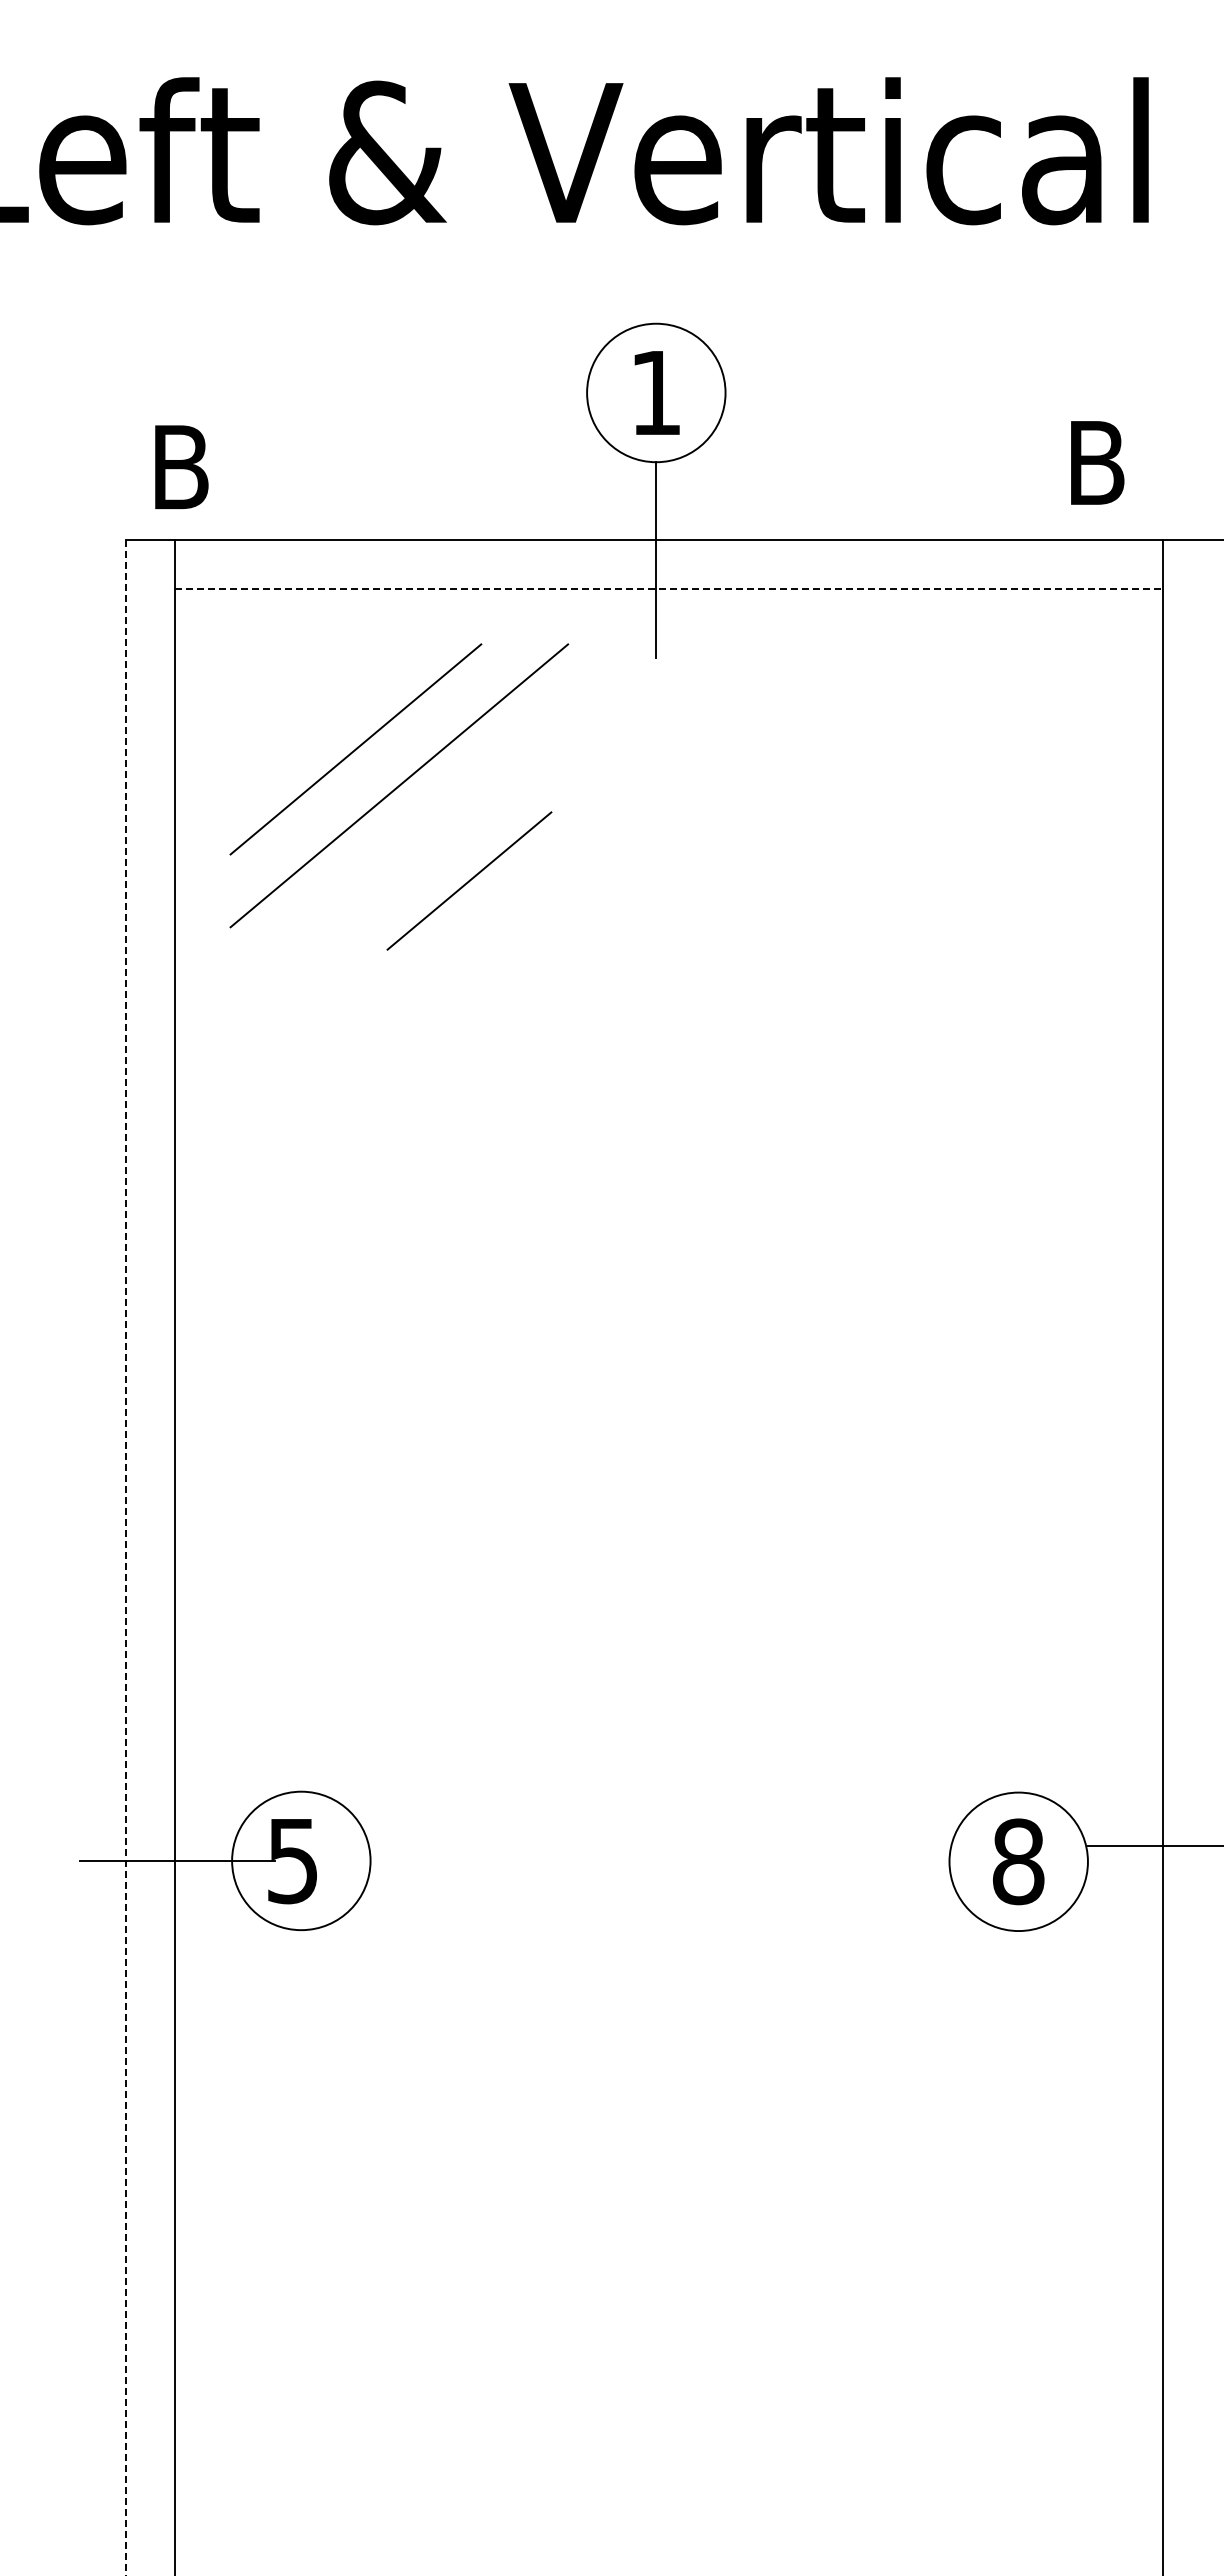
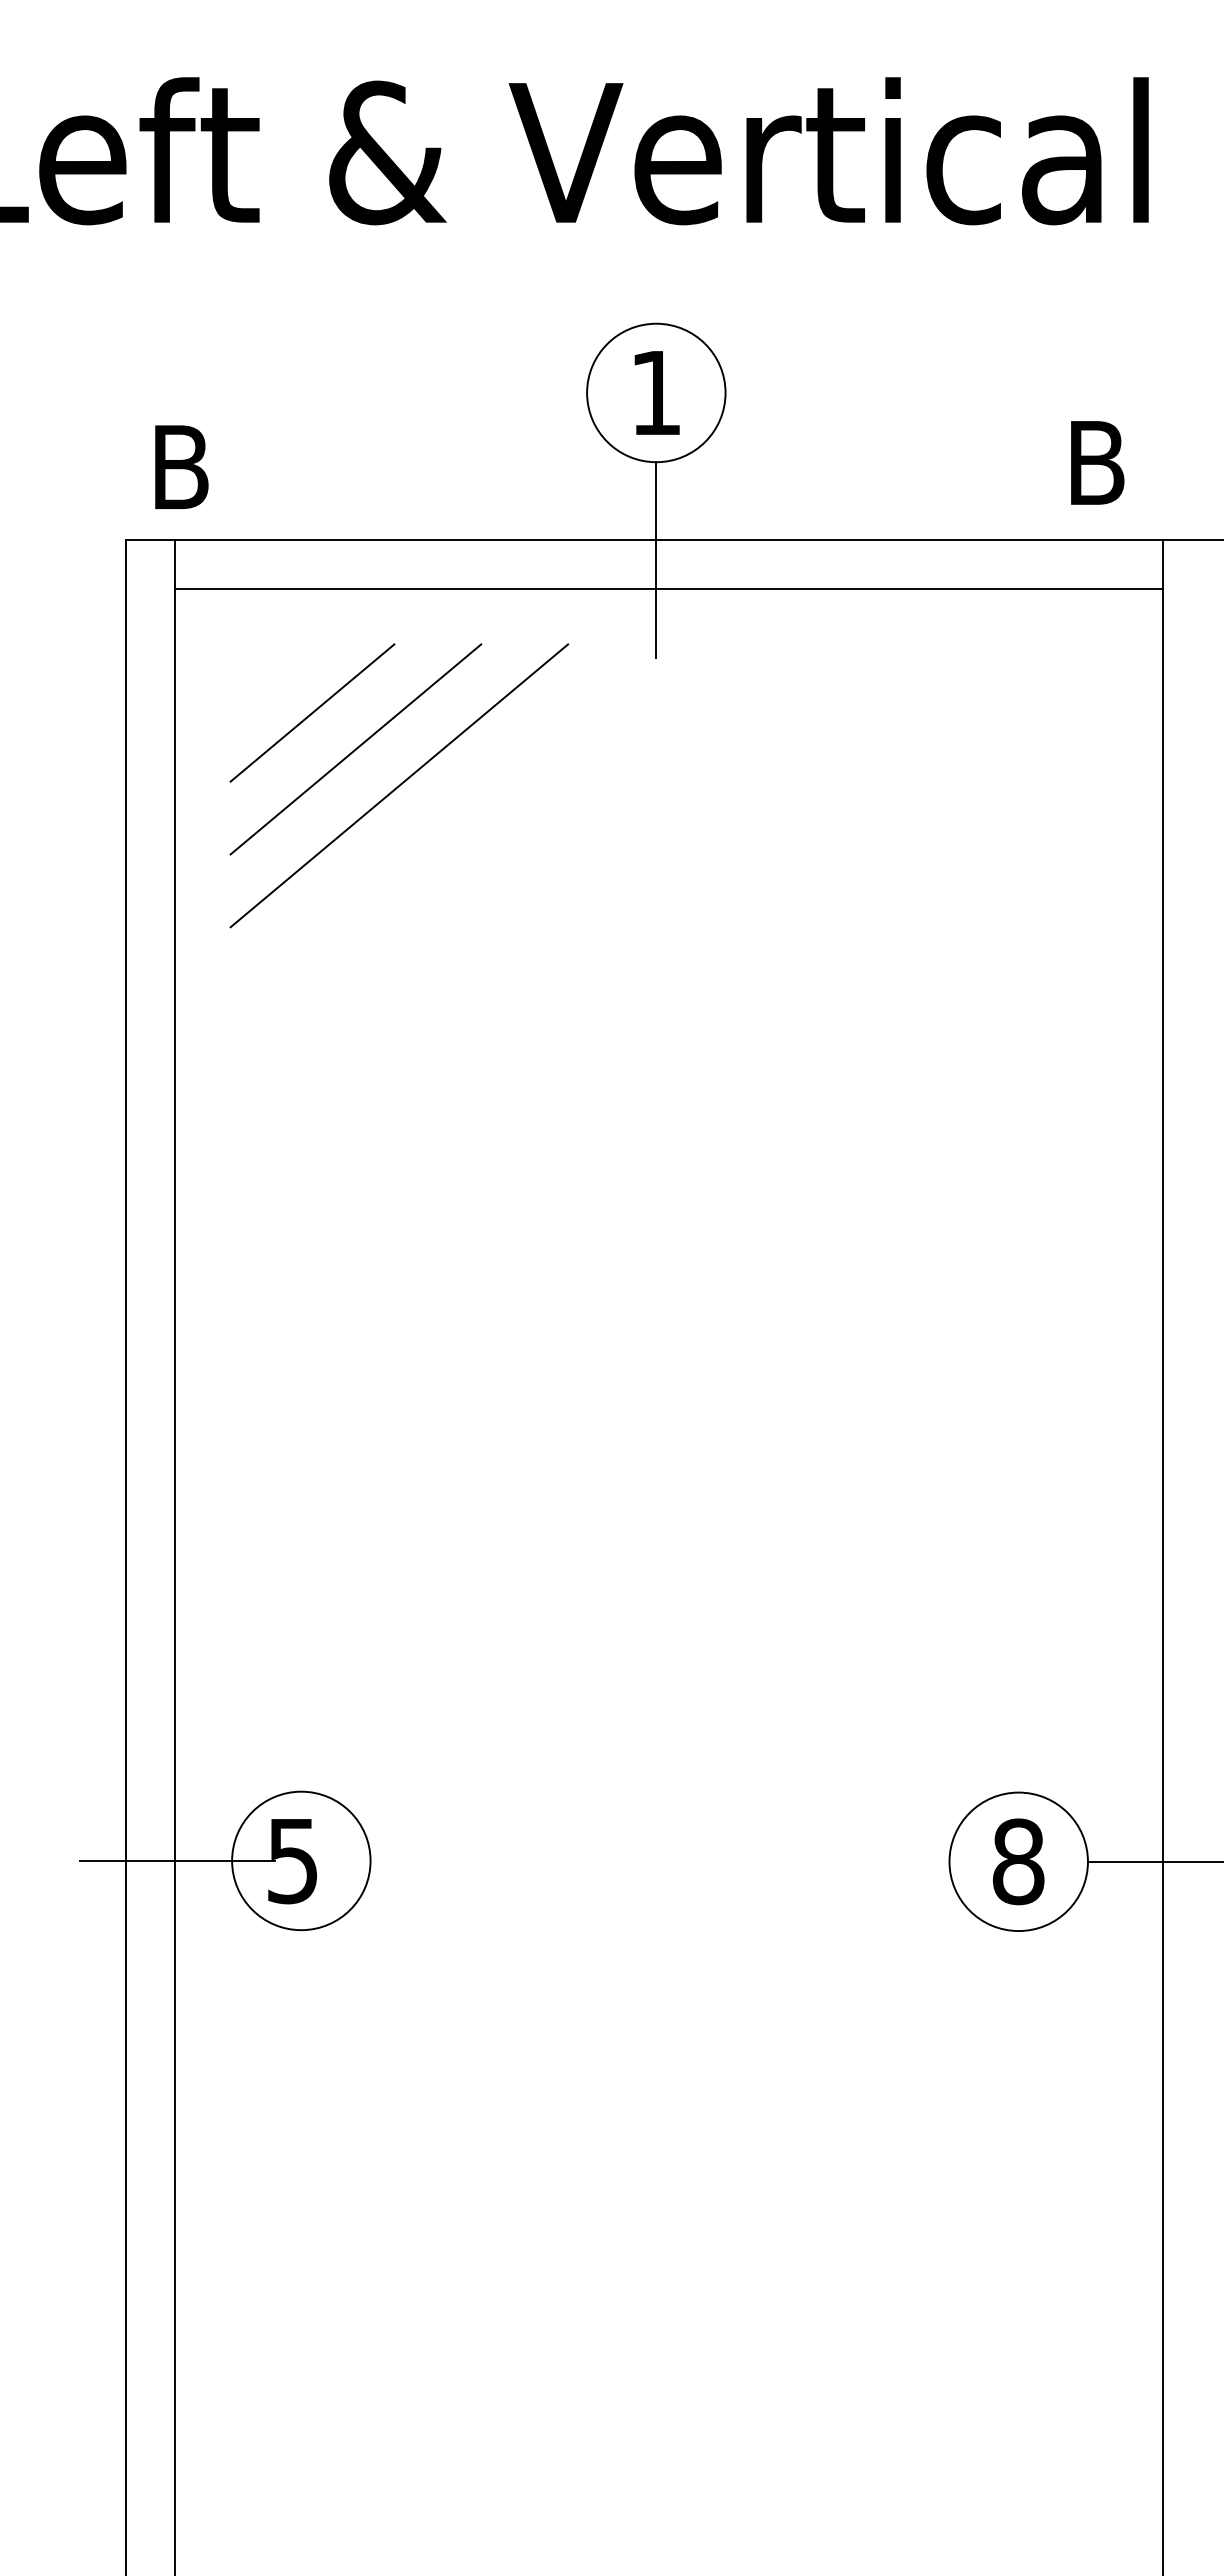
line at (669, 588): dashed -> solid
line at (469, 880) position: (469, 880) -> (312, 712)
line at (126, 1557): dashed -> solid
line at (1153, 1845) position: (1153, 1845) -> (1153, 1861)
